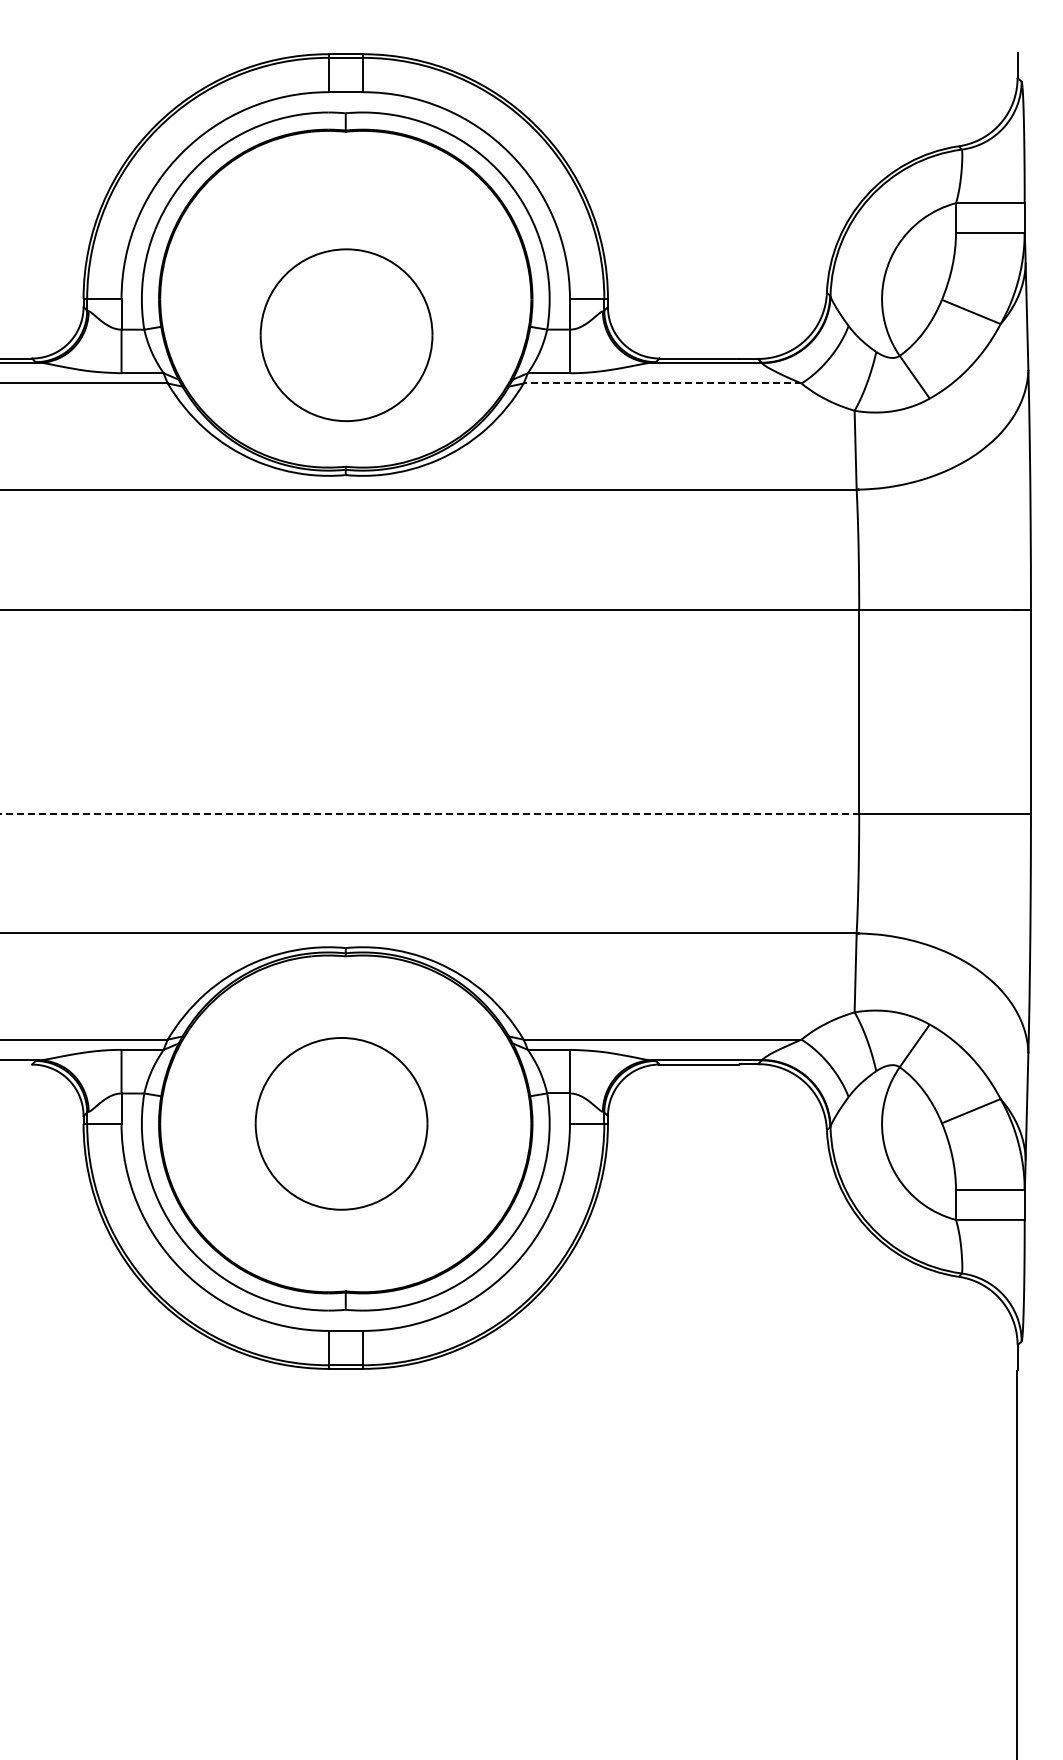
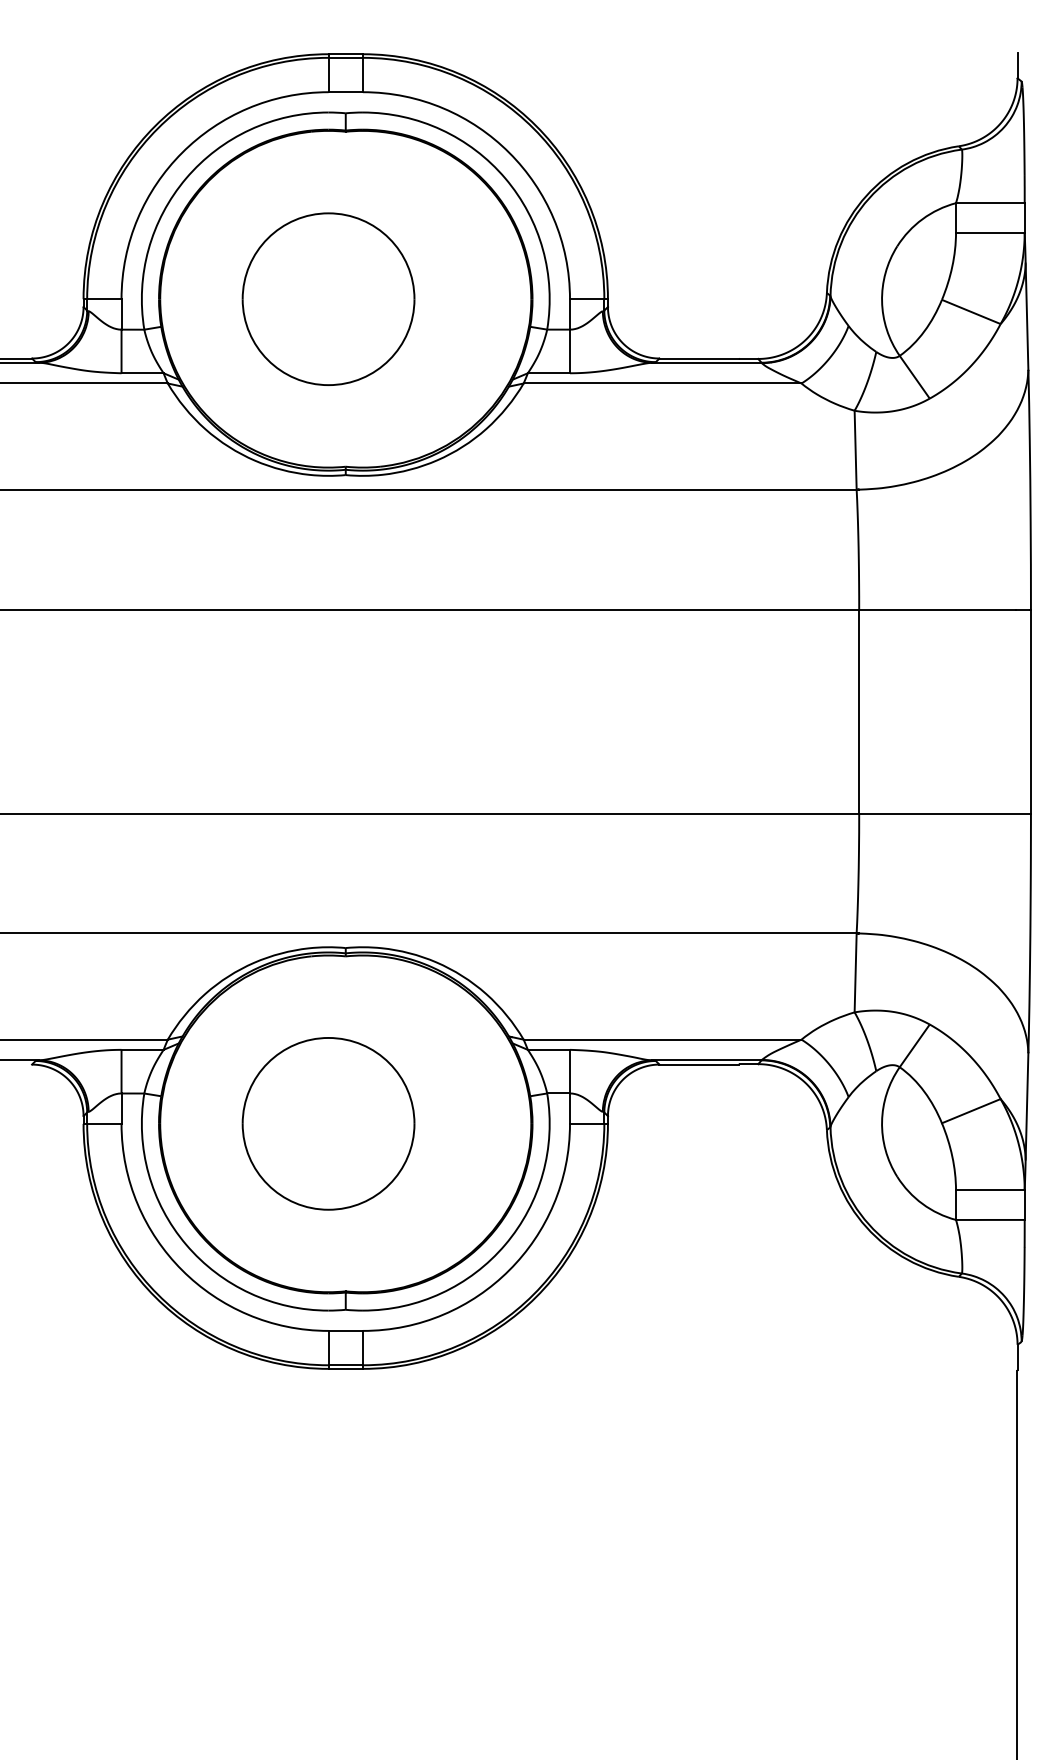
part at (346, 334) position: (346, 334) -> (328, 298)
line at (662, 383): dashed -> solid
line at (430, 813): dashed -> solid
part at (341, 1123) position: (341, 1123) -> (328, 1123)
